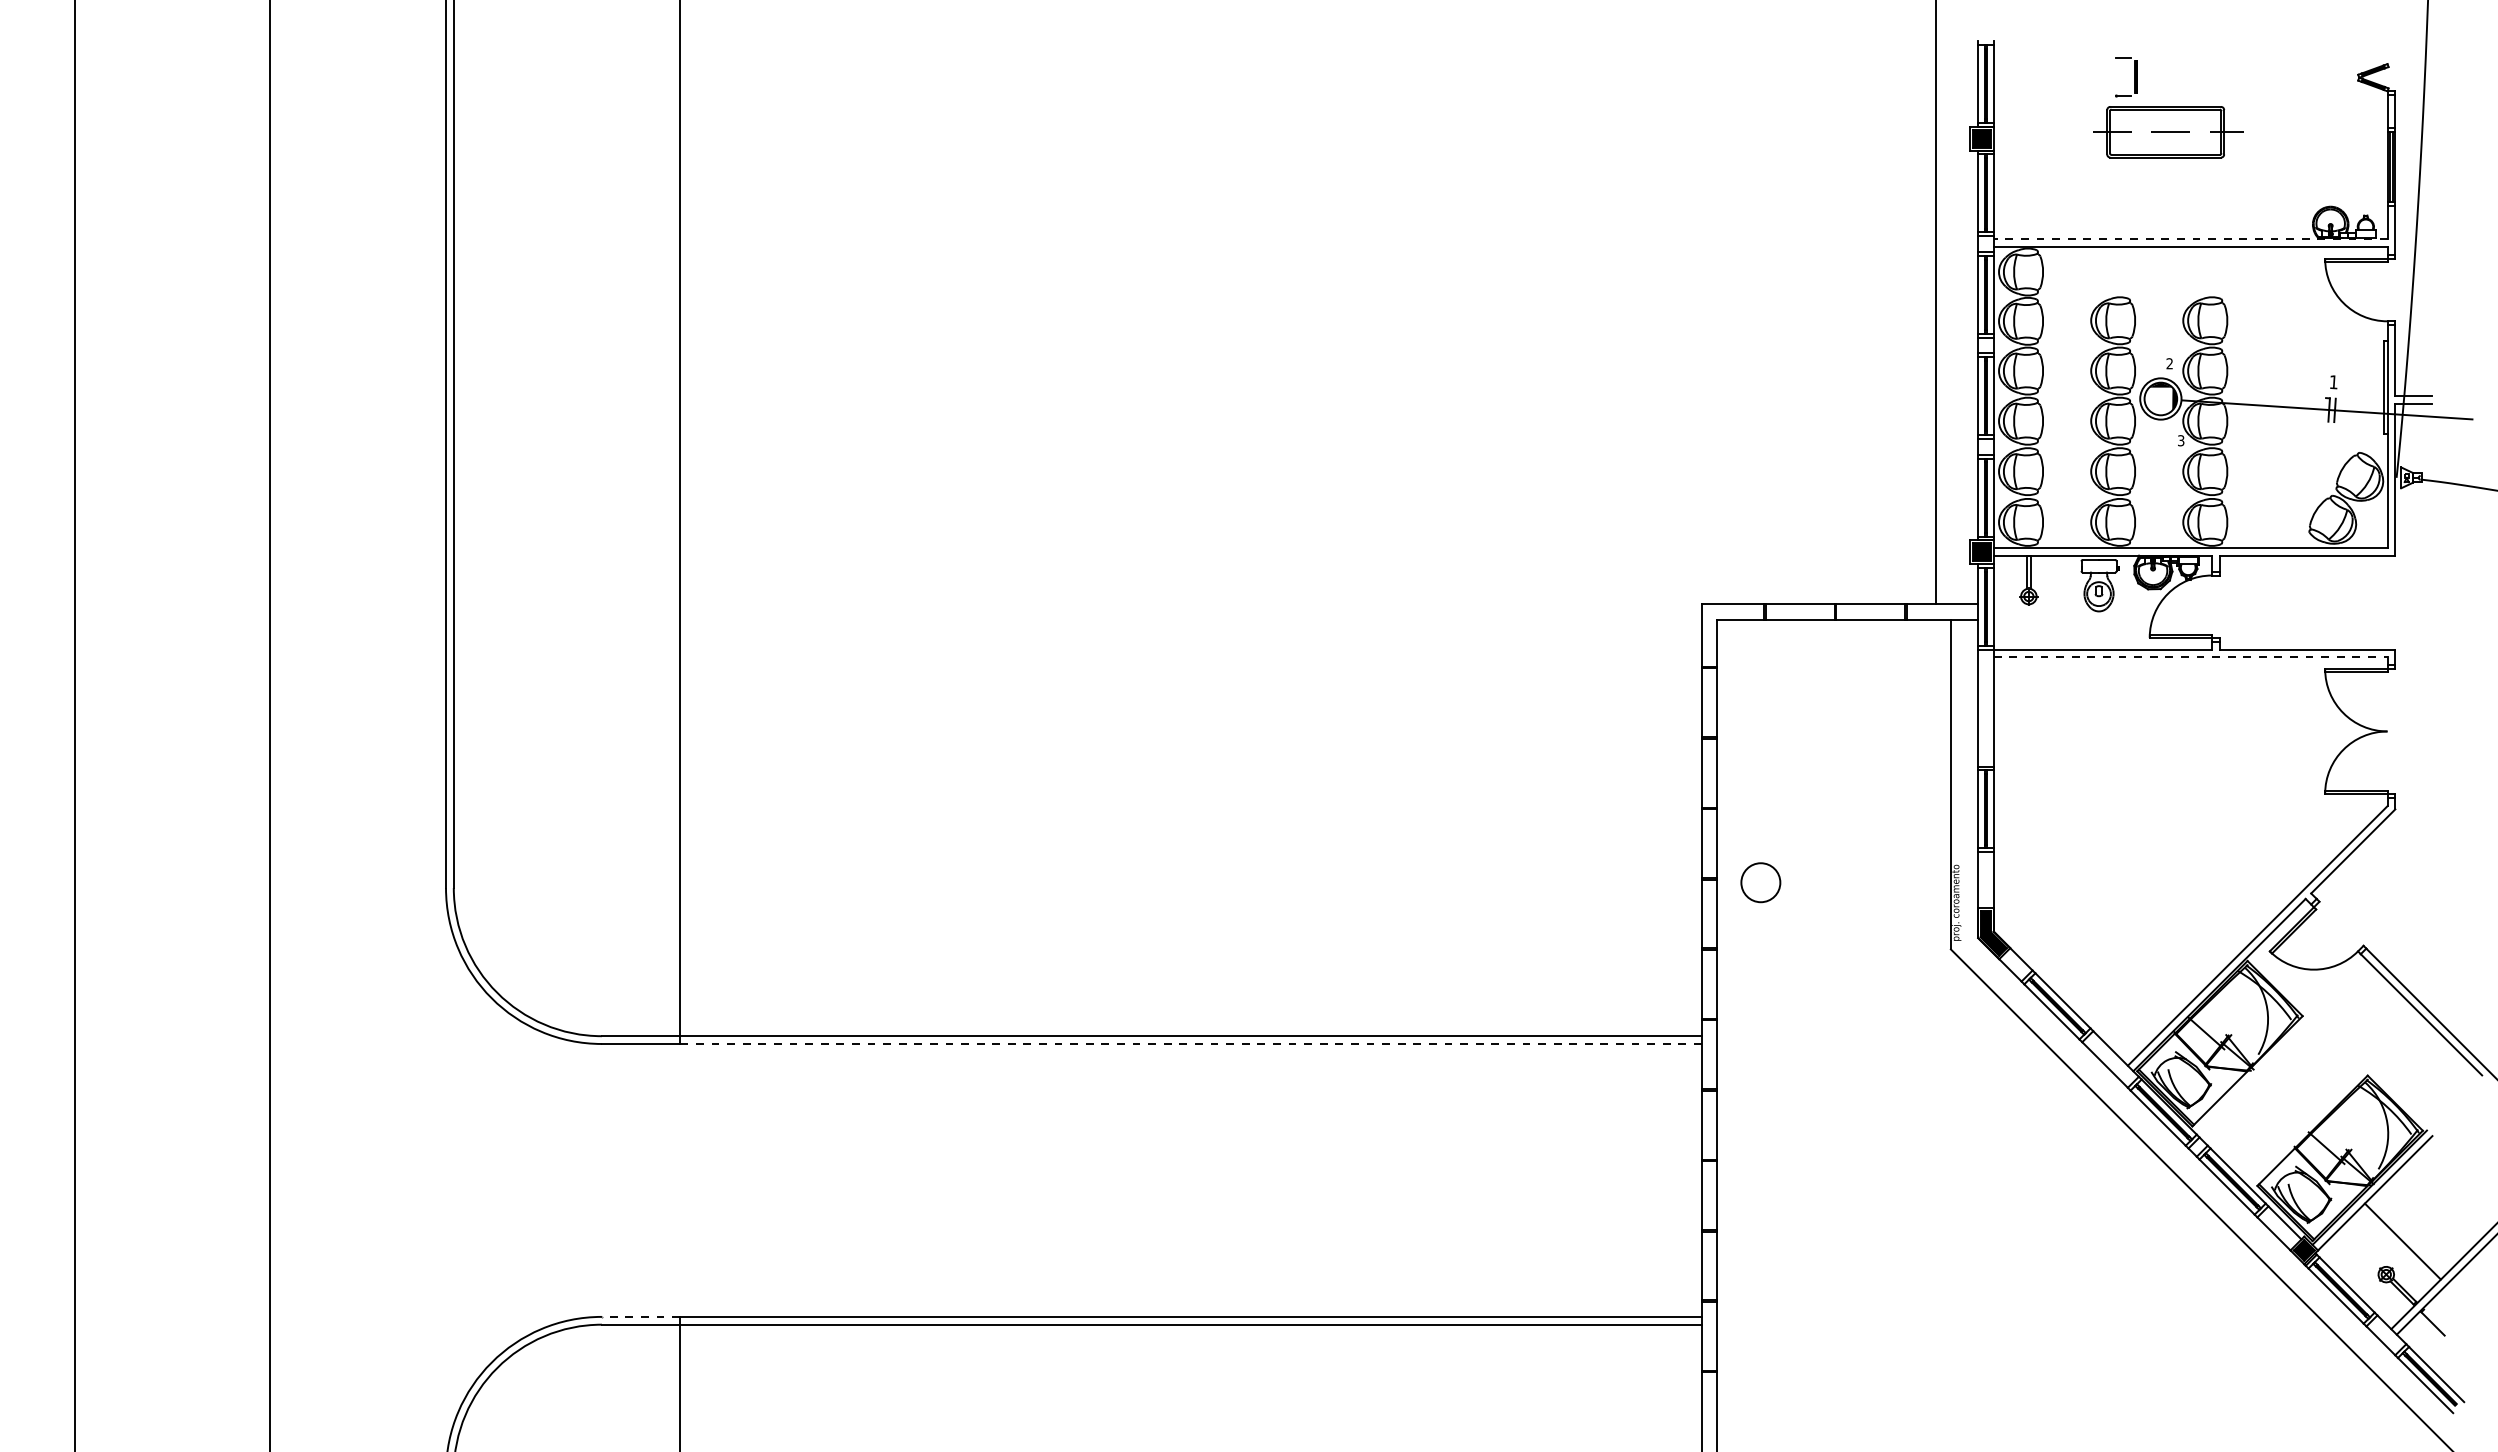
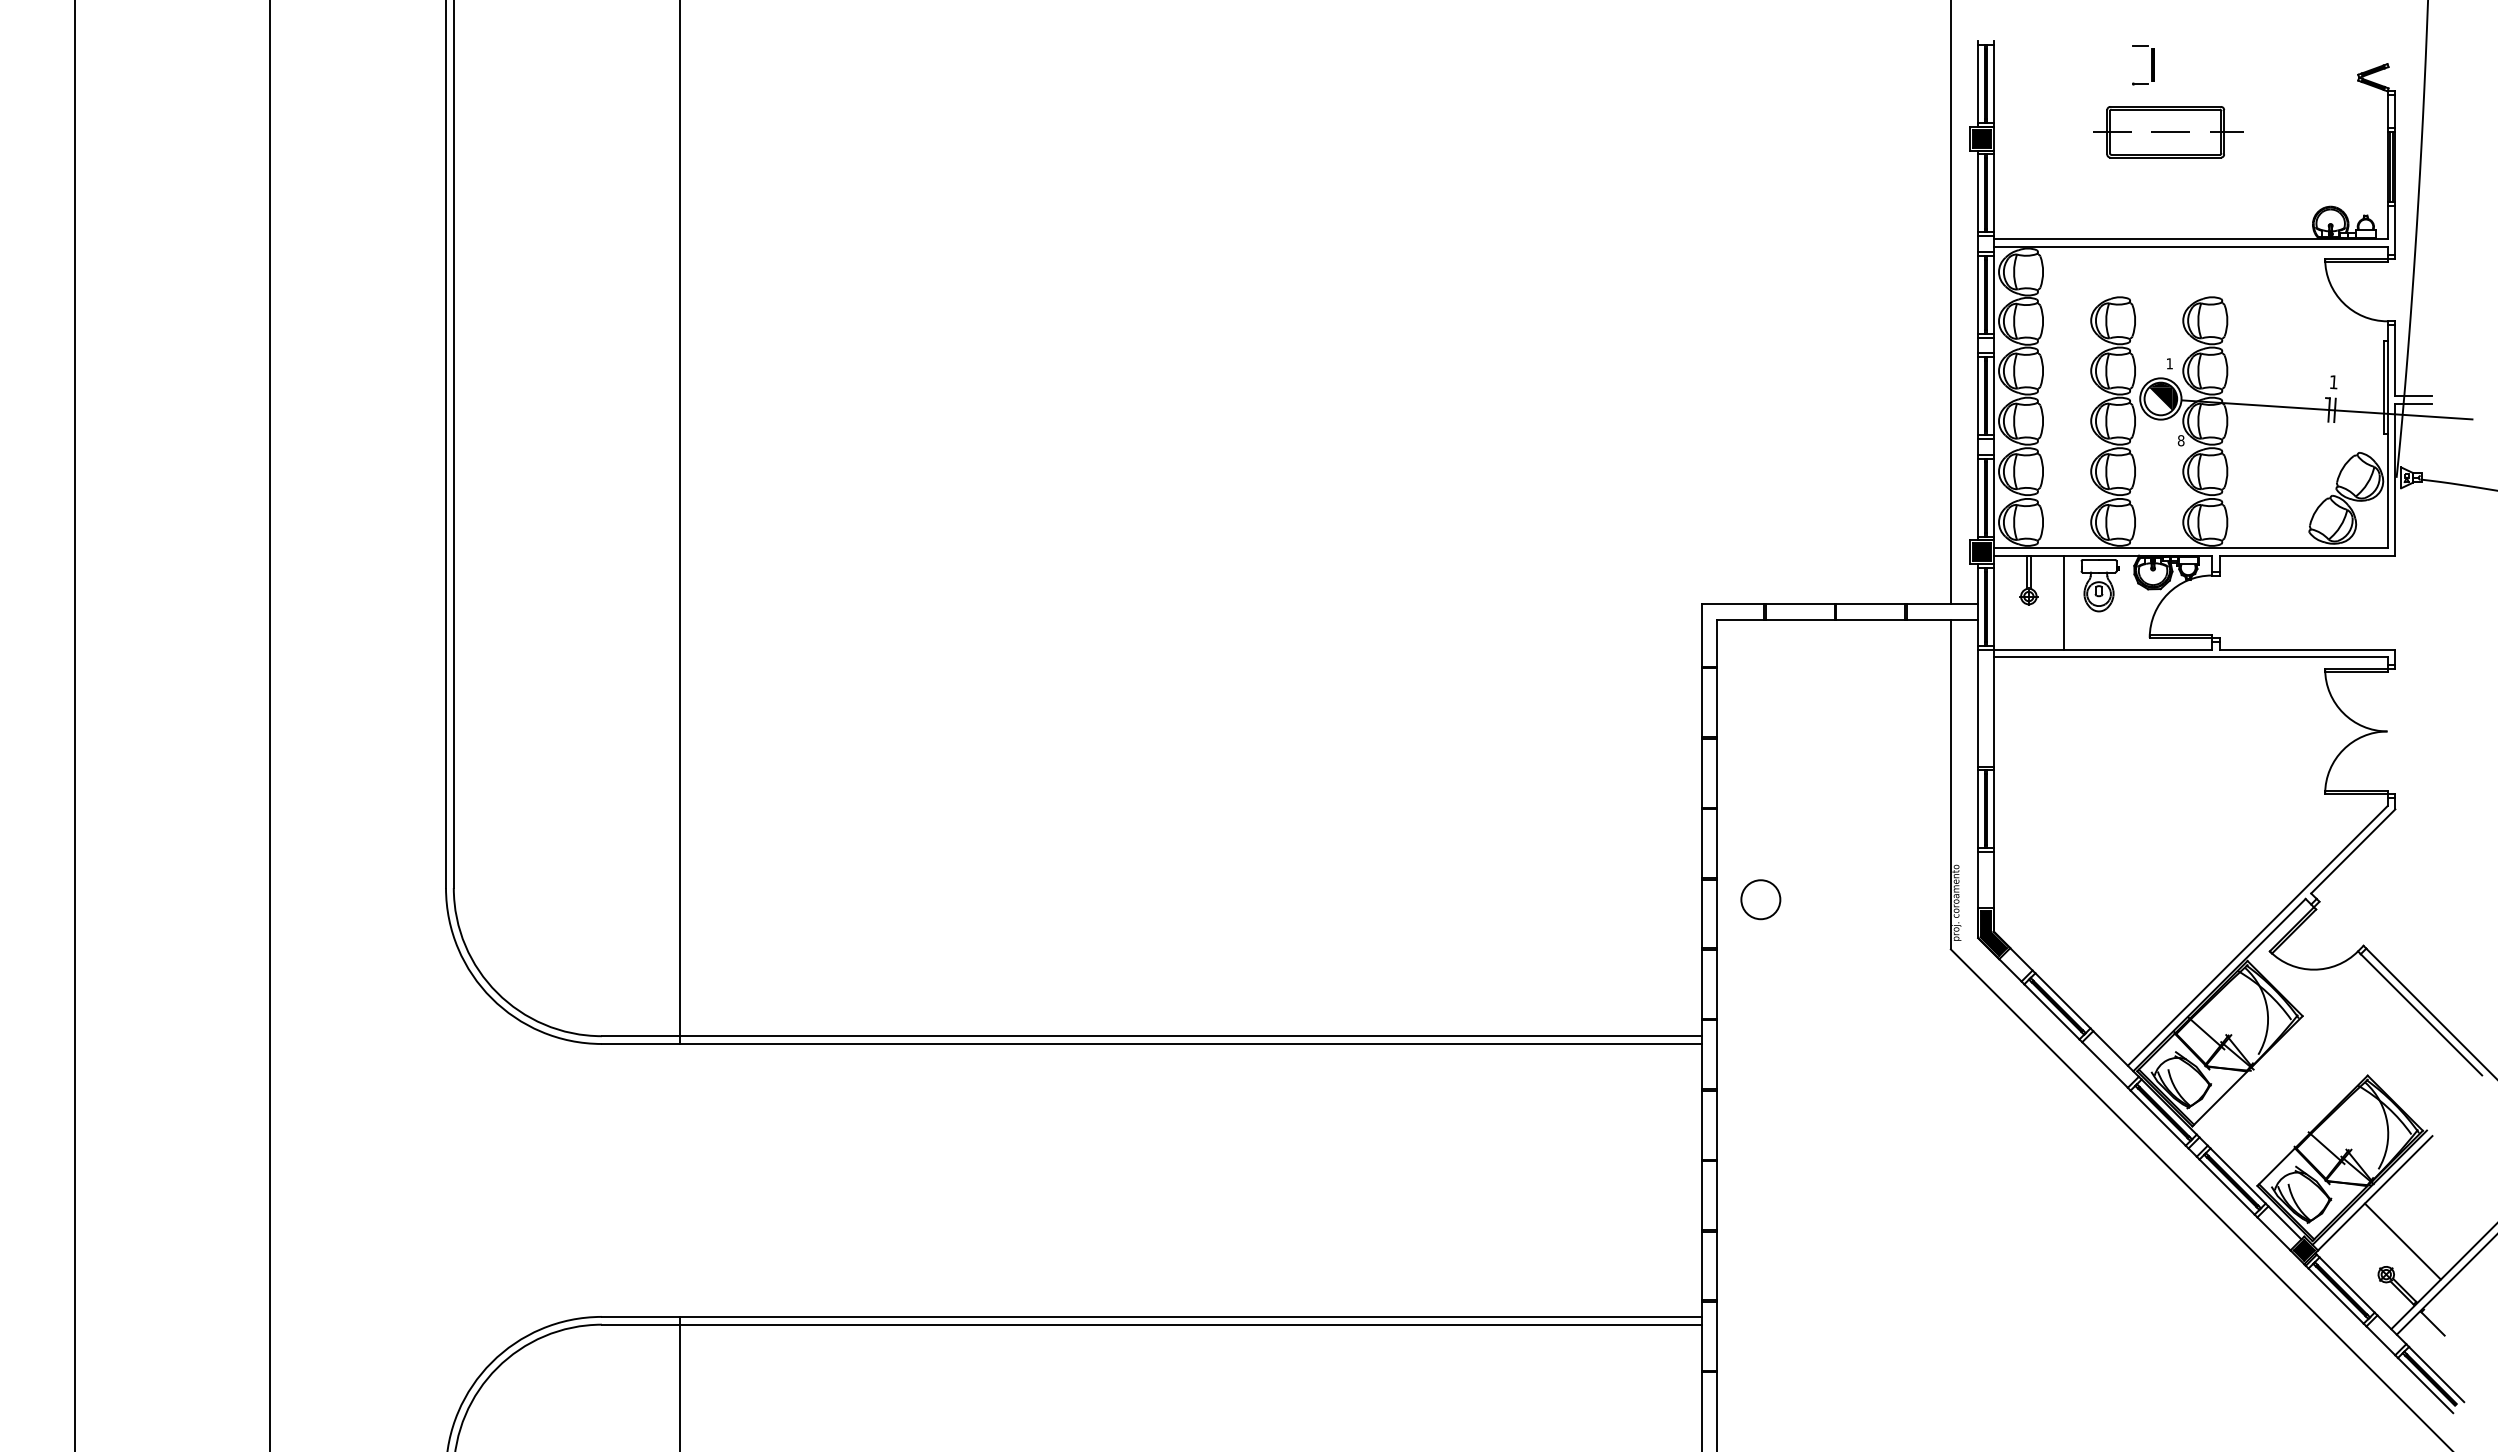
part at (2134, 77) position: (2134, 77) -> (2151, 65)
line at (2190, 239): dashed -> solid
line at (1935, 303) position: (1935, 303) -> (1950, 303)
text at (2169, 363): 2 -> 1
fill at (2160, 398): none -> present
text at (2180, 440): 3 -> 8
line at (2063, 602): none -> present
line at (2190, 657): dashed -> solid
circle at (1760, 882) position: (1760, 882) -> (1760, 899)
line at (1190, 1043): dashed -> solid
line at (640, 1316): dashed -> solid
